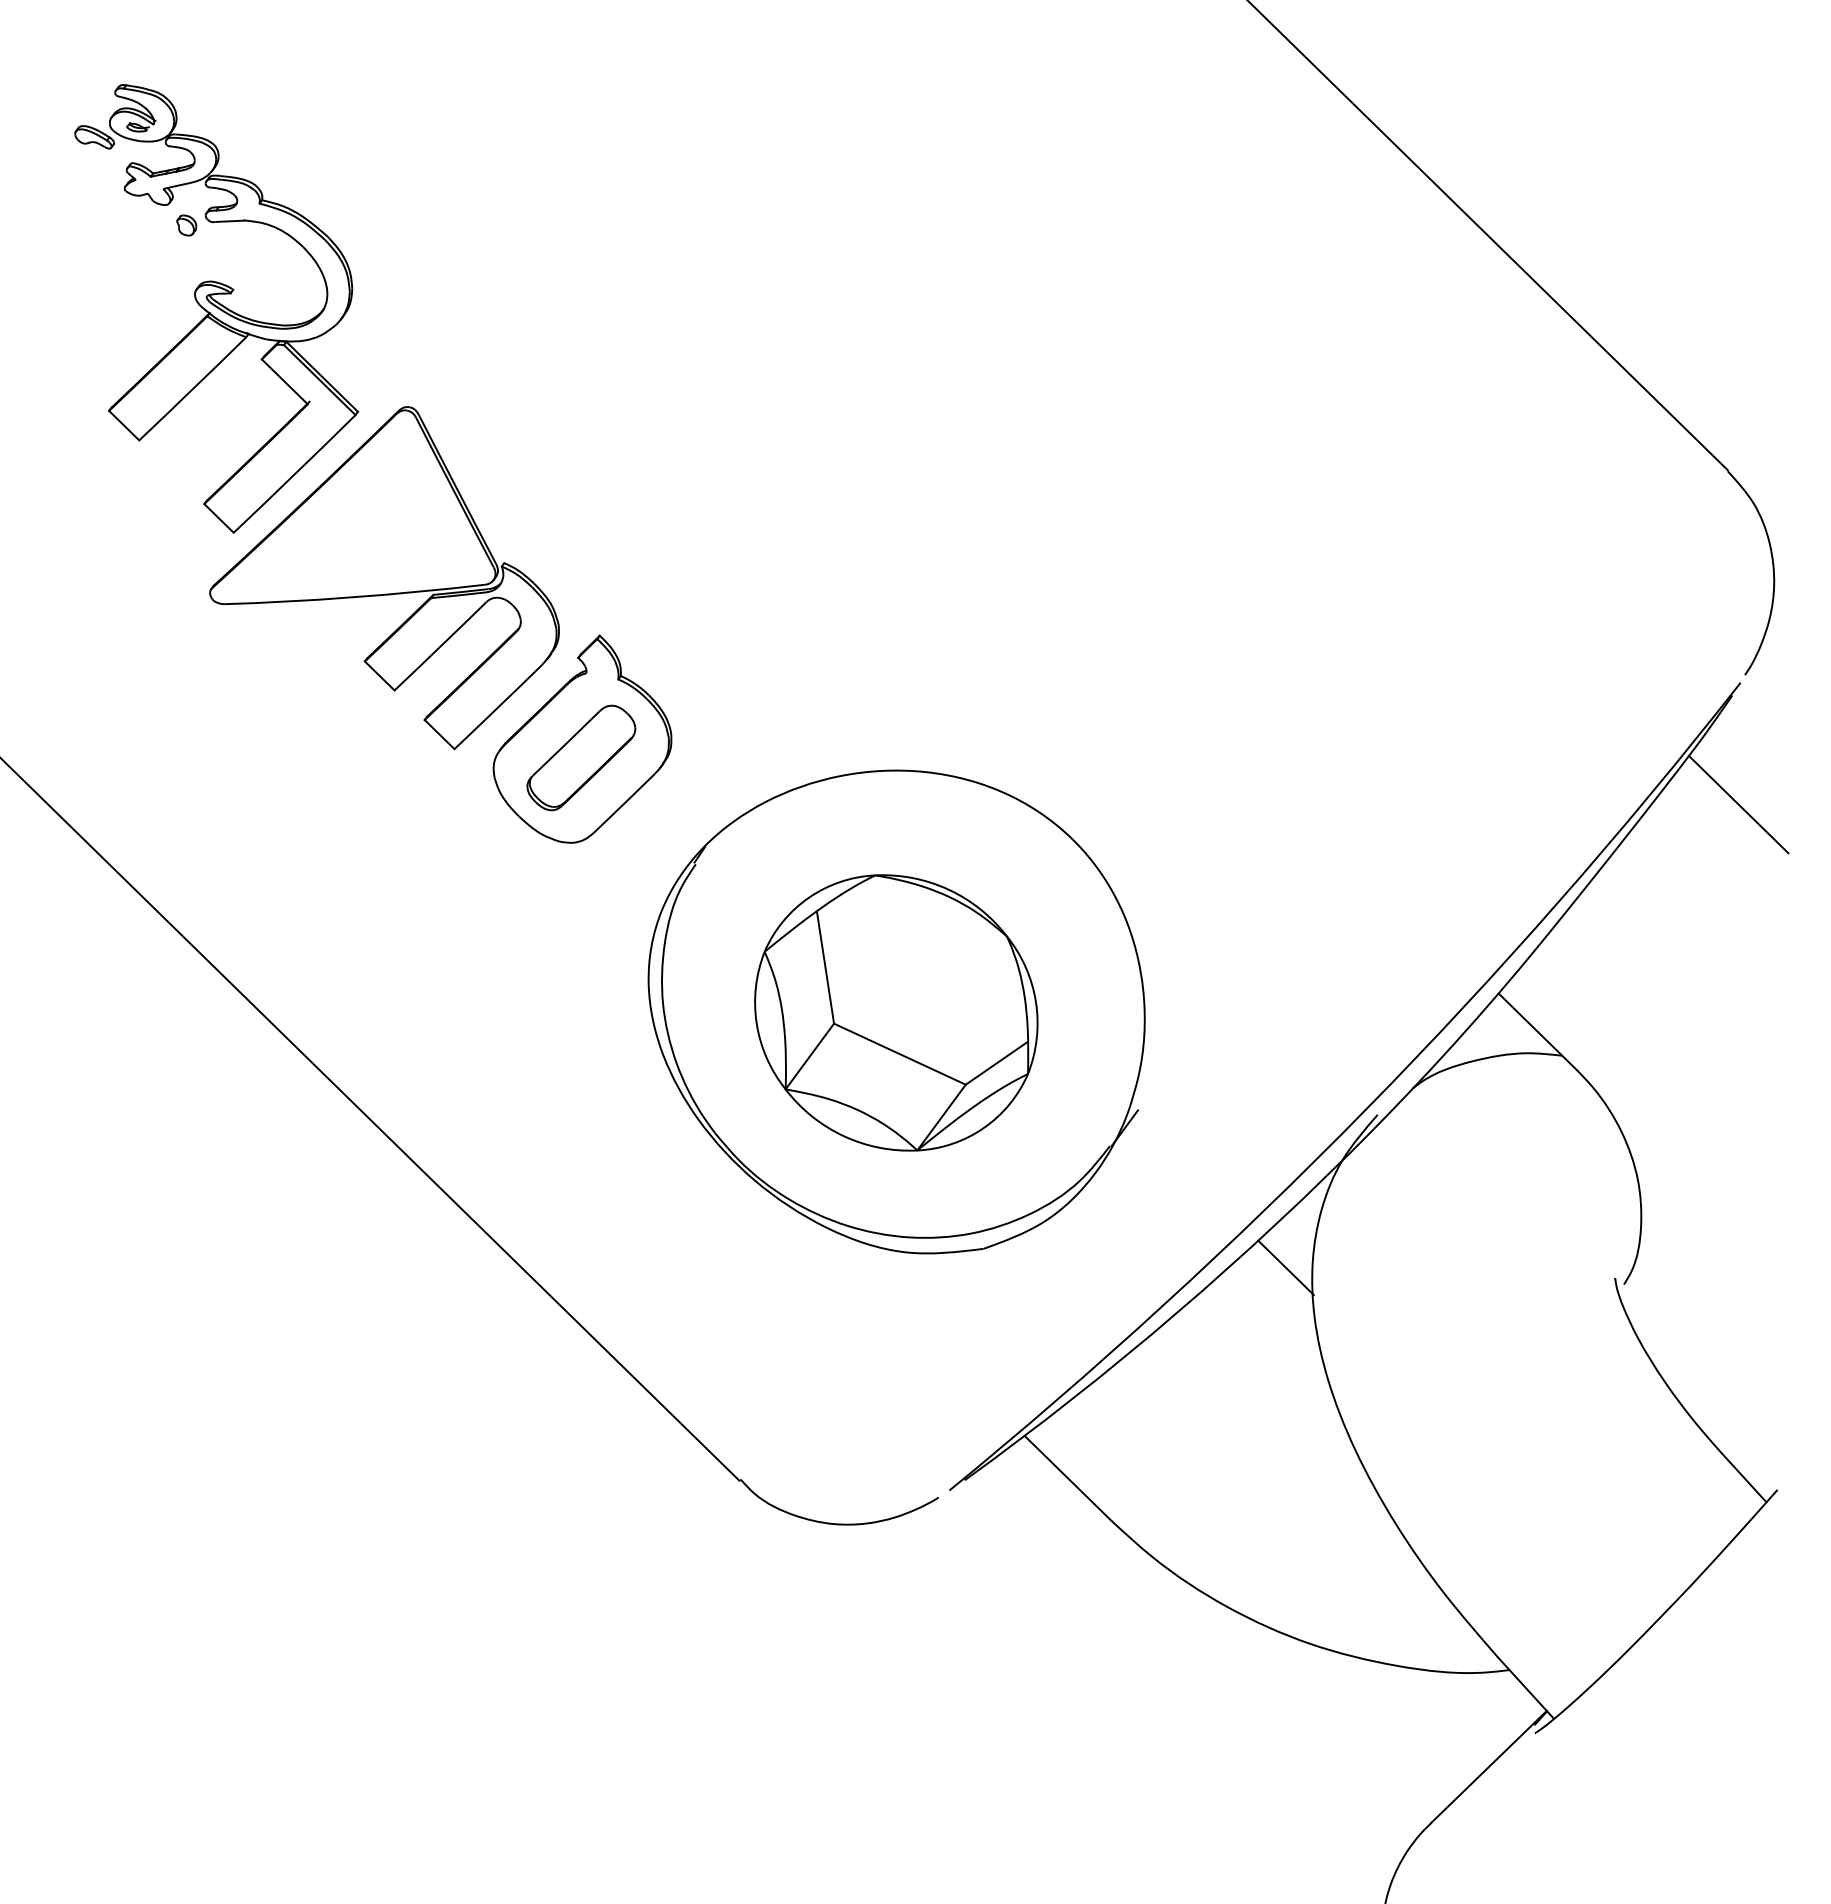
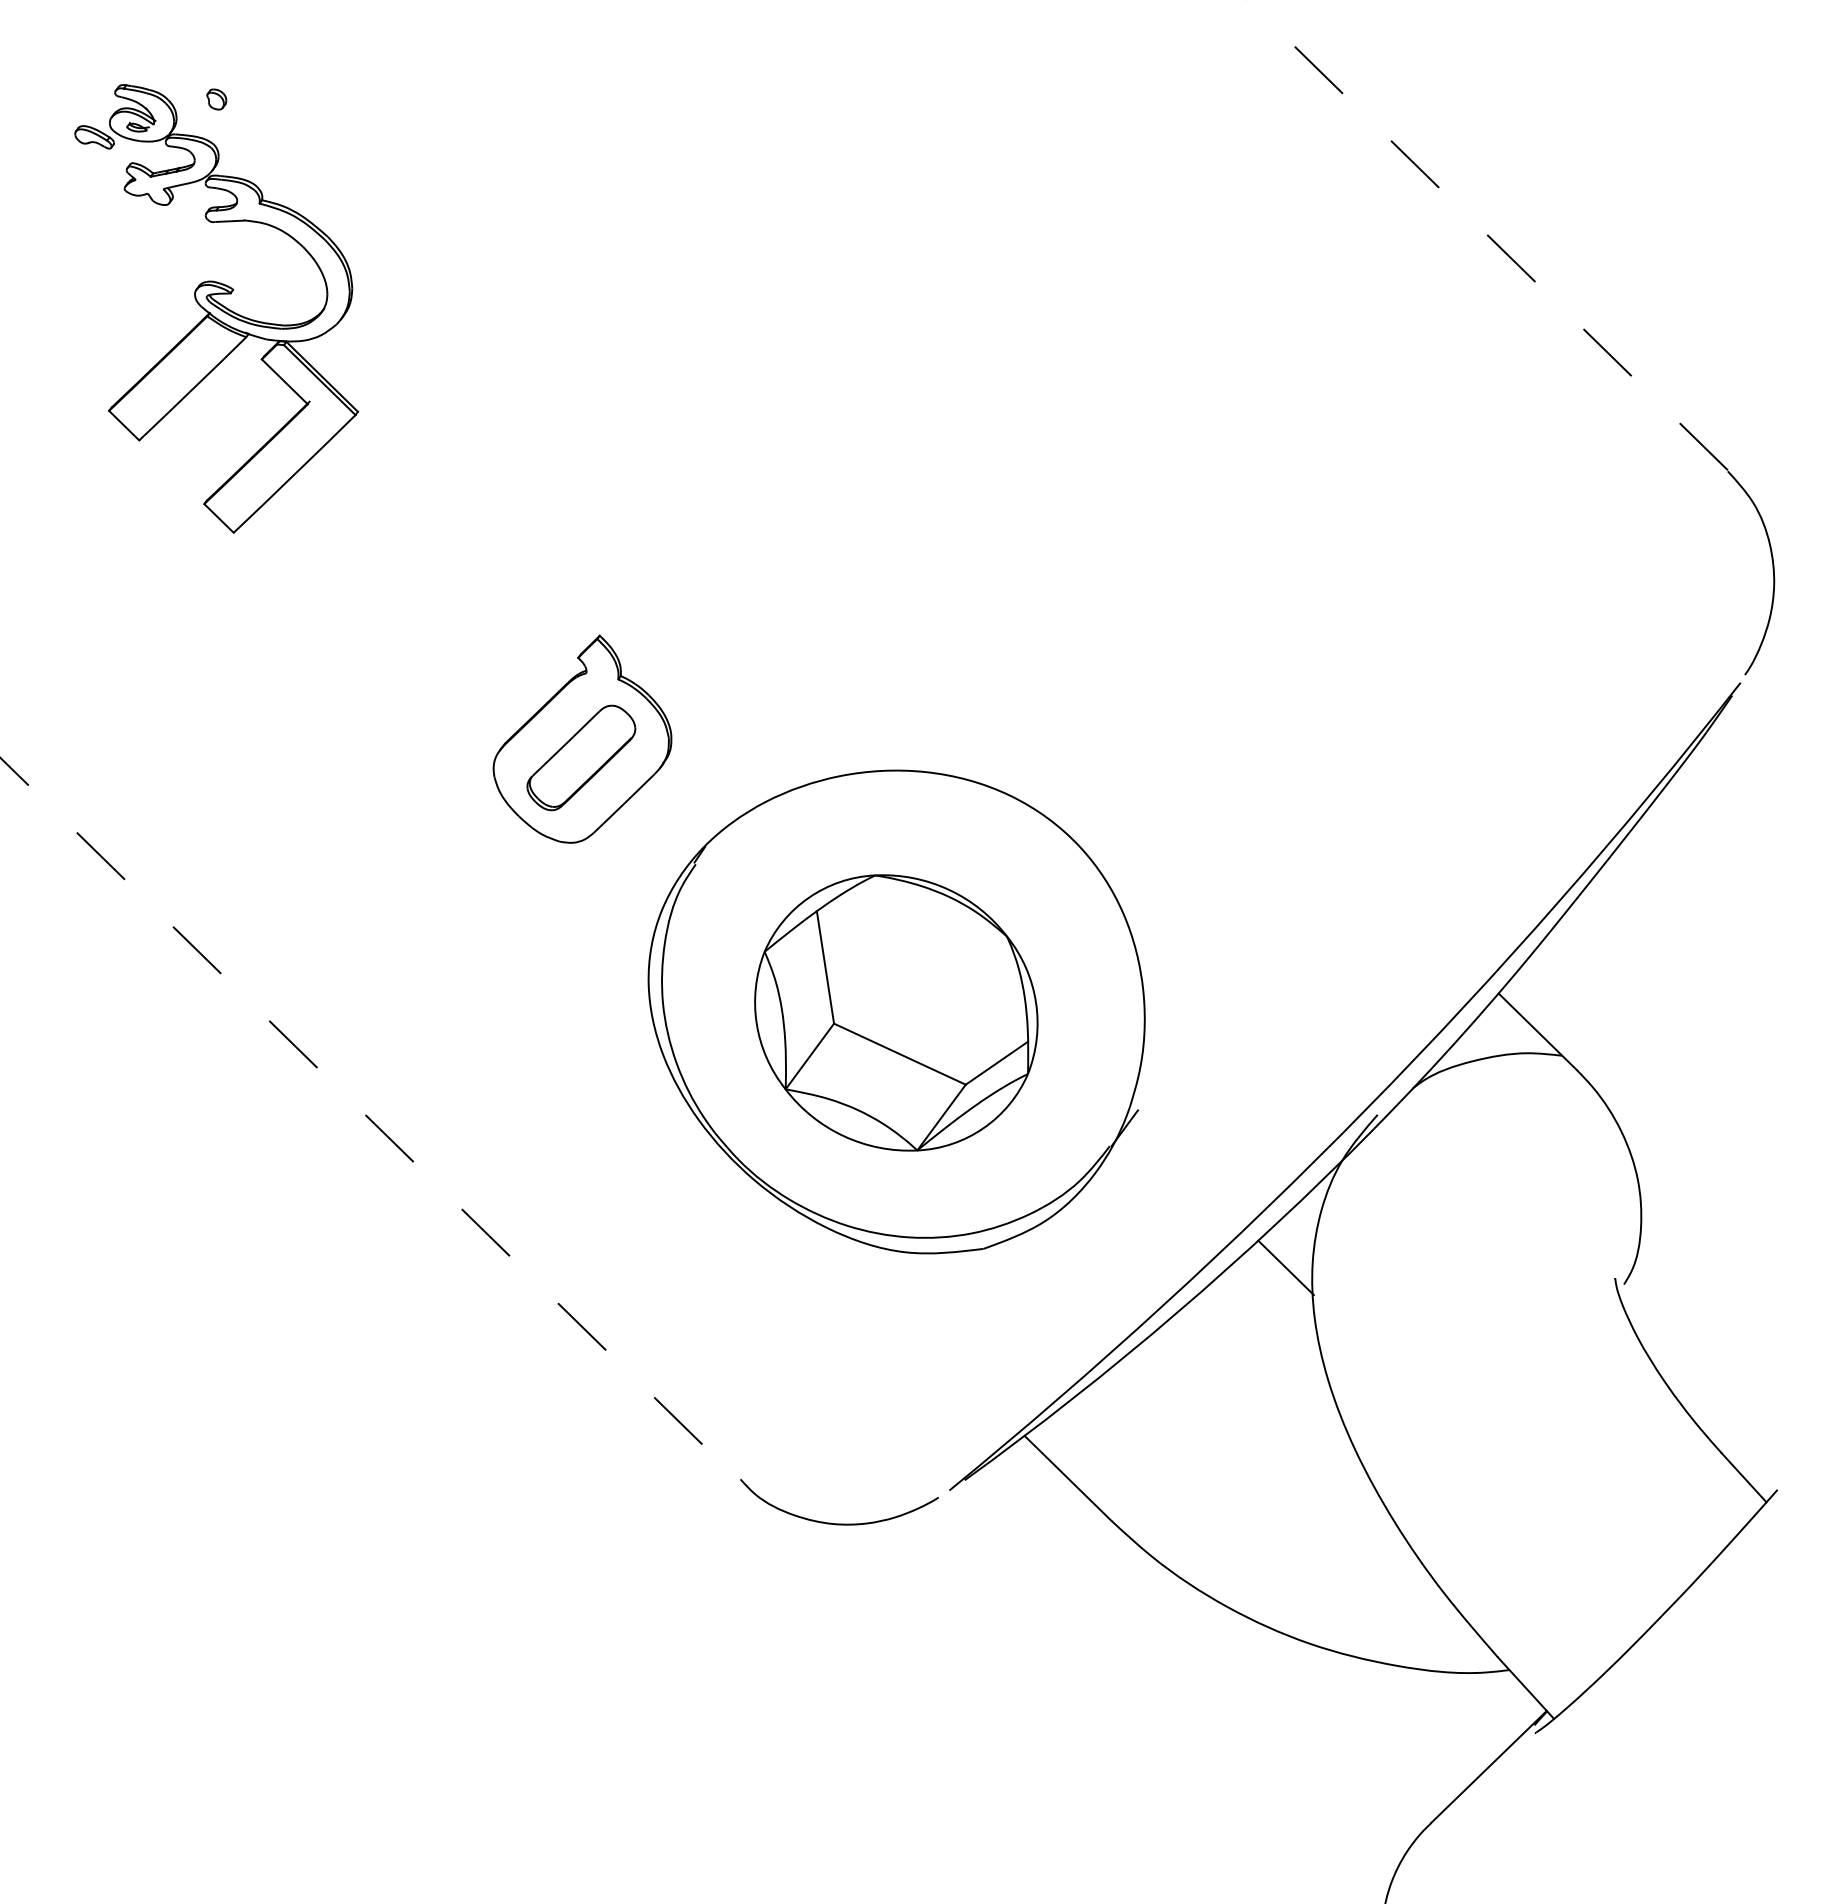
part at (186, 225) position: (186, 225) -> (216, 99)
line at (1487, 235): solid -> dashed
part at (384, 578): present -> none
line at (1738, 804): present -> none
line at (370, 1119): solid -> dashed
